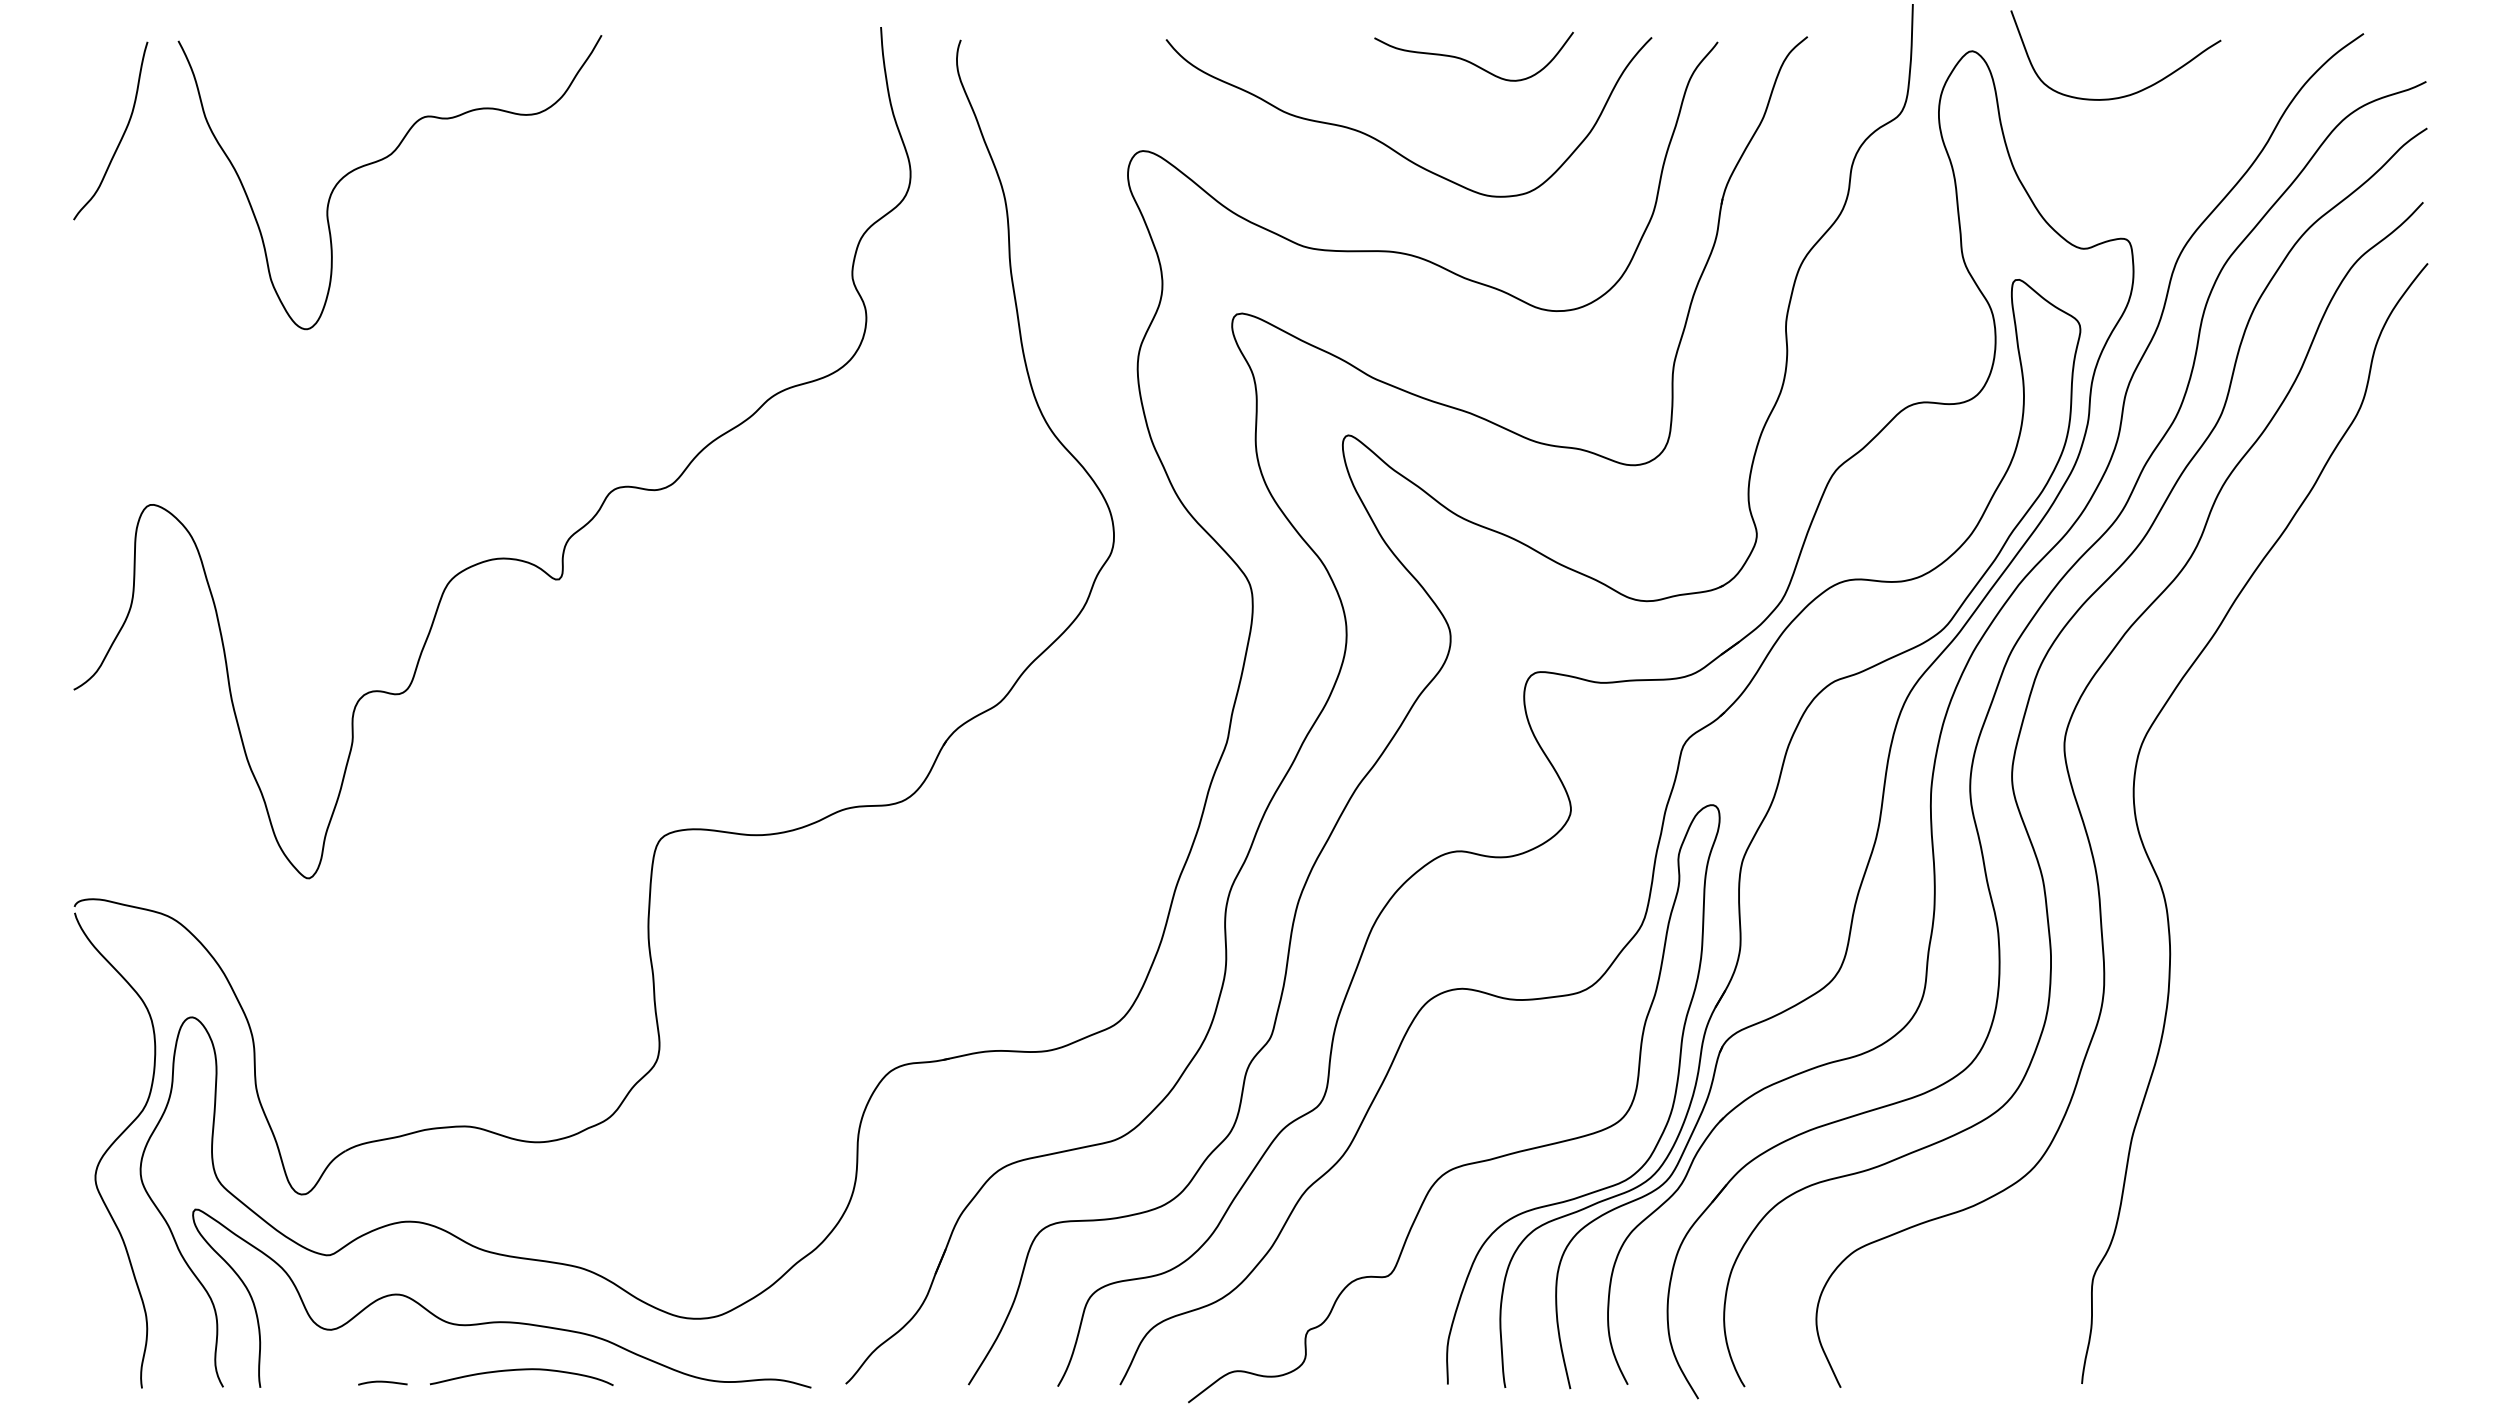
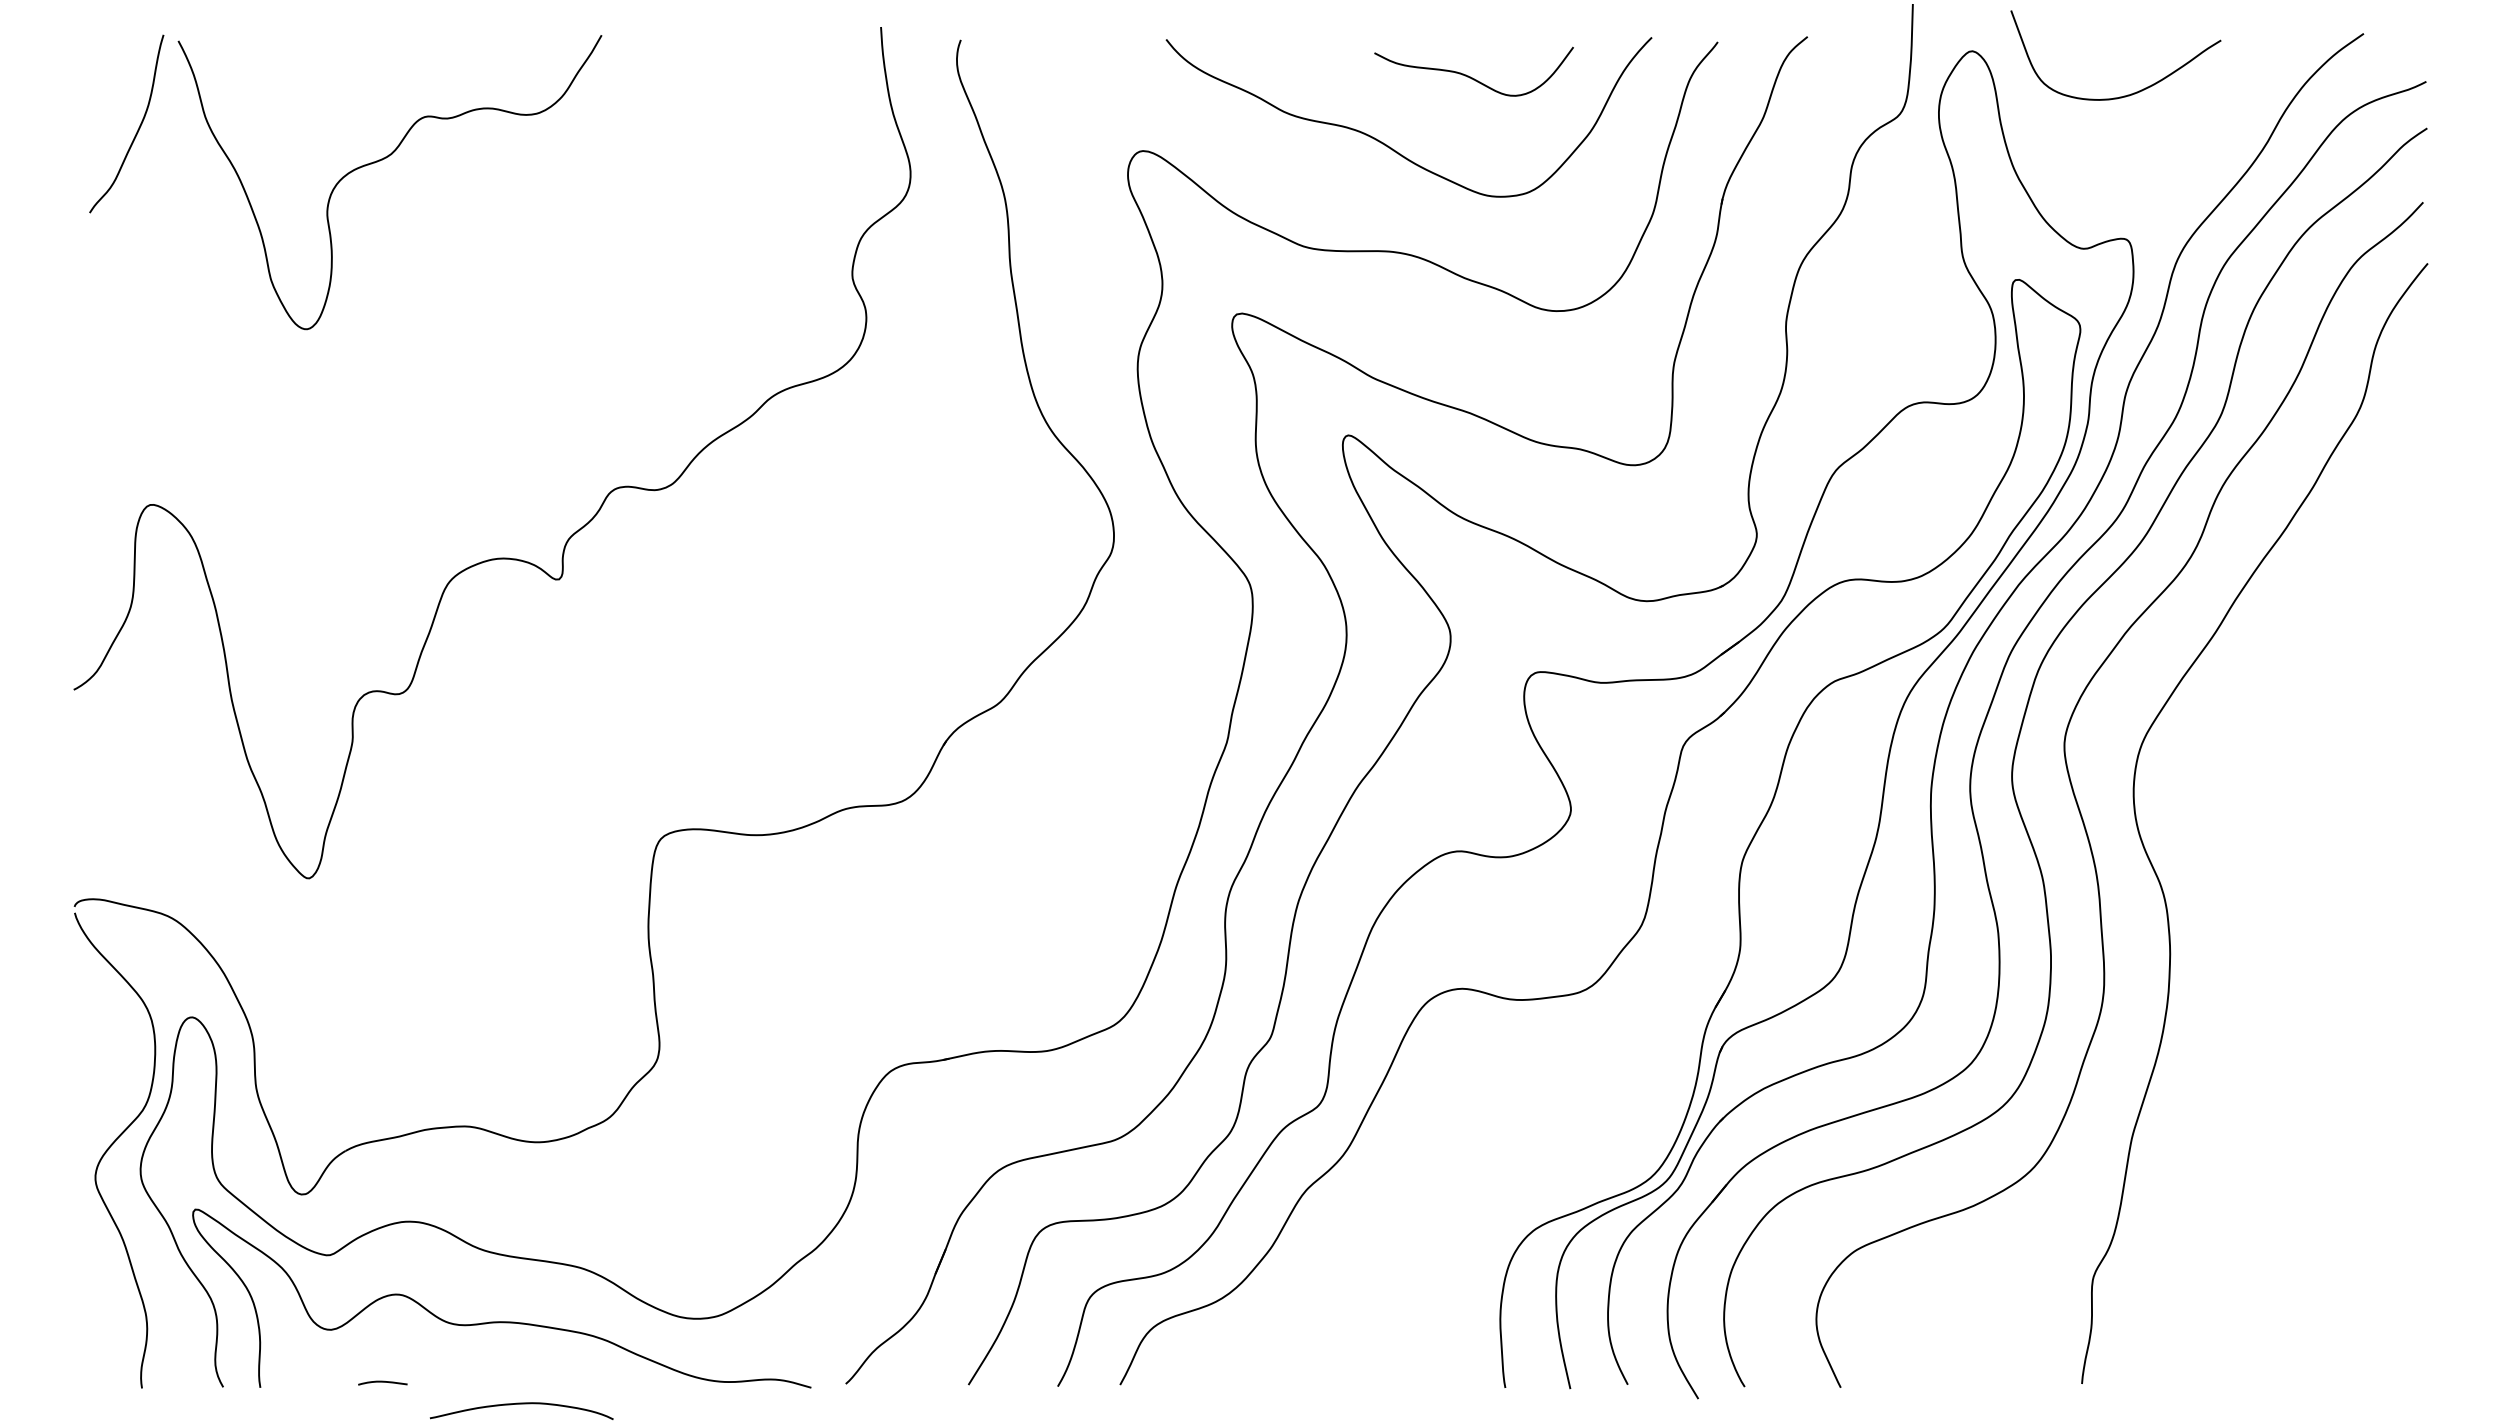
curve at (1470, 61) position: (1470, 61) -> (1470, 76)
curve at (121, 136) position: (121, 136) -> (137, 129)
curve at (1470, 1162): present -> none
curve at (521, 1370) position: (521, 1370) -> (521, 1404)
